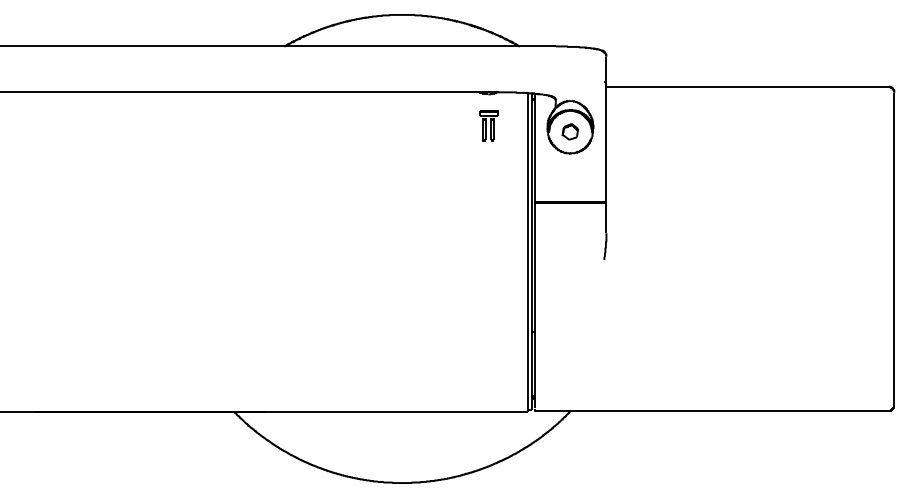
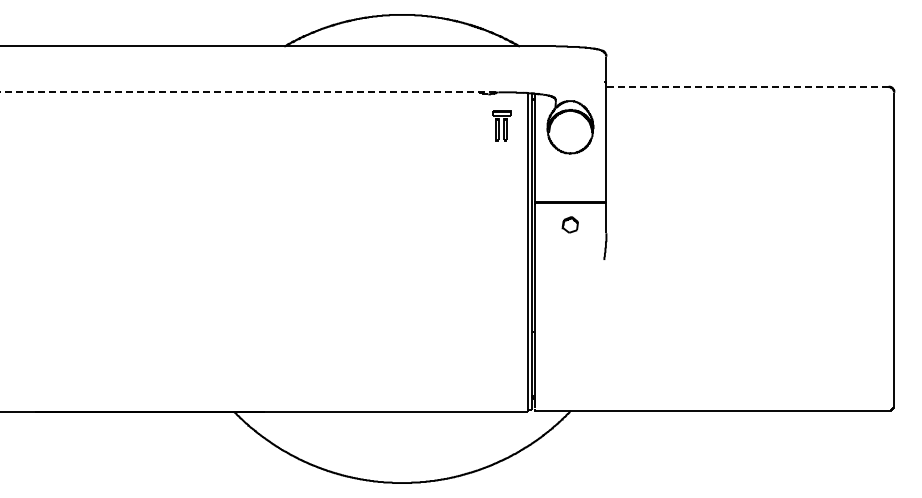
line at (747, 86): solid -> dashed
line at (249, 92): solid -> dashed
part at (488, 125) position: (488, 125) -> (501, 125)
part at (569, 131) position: (569, 131) -> (569, 224)
